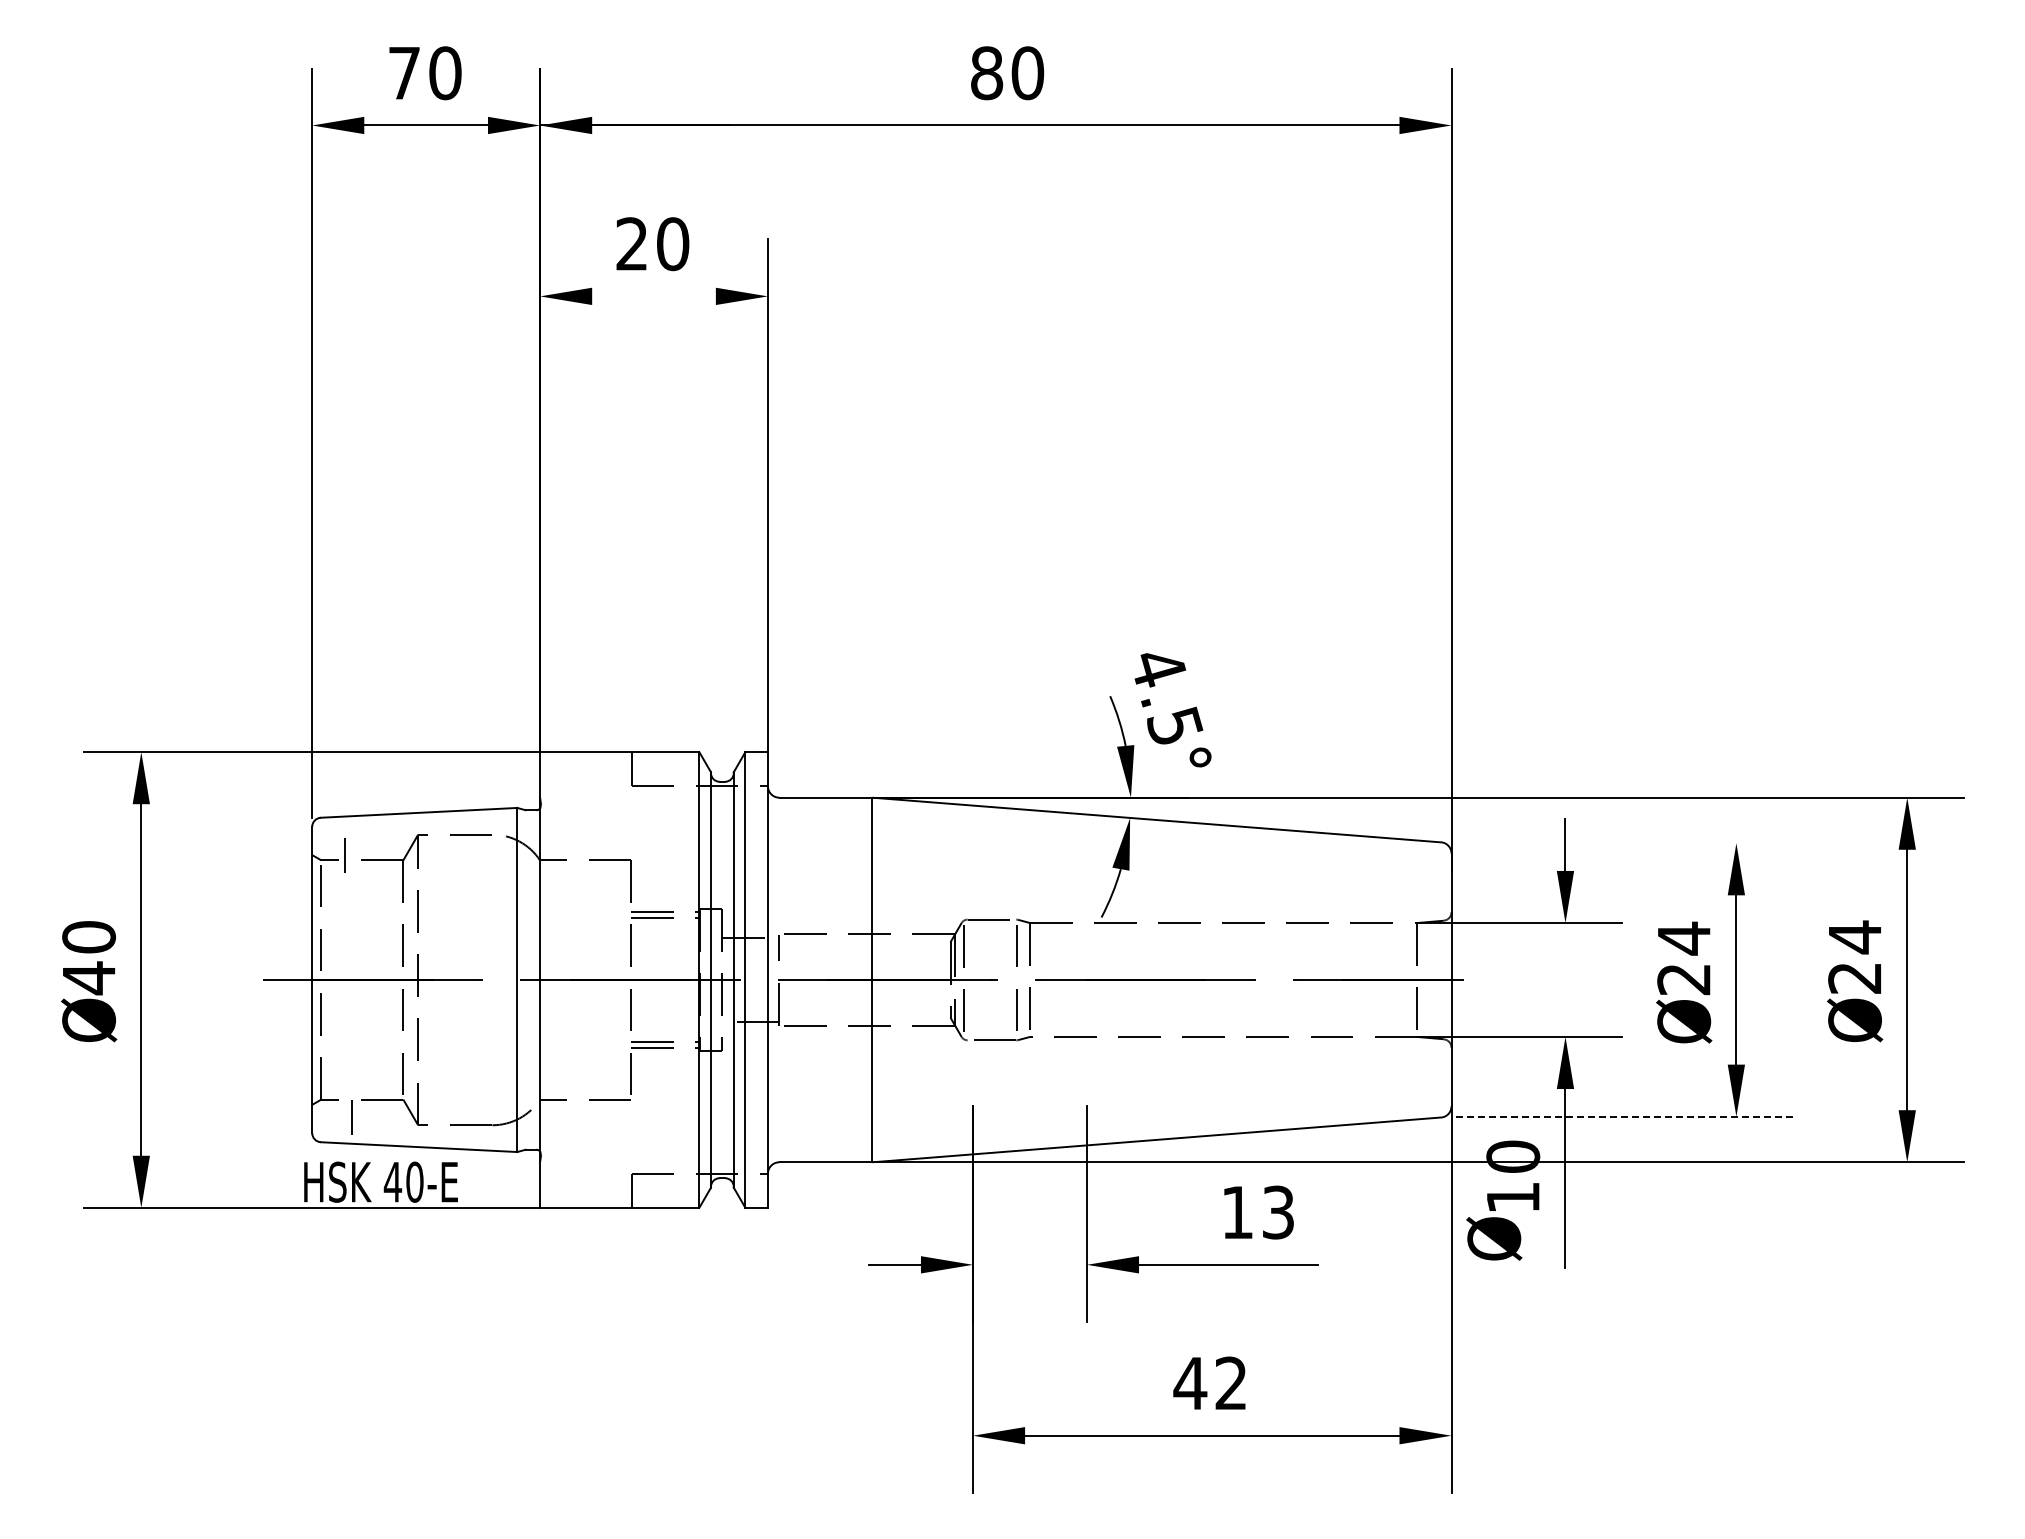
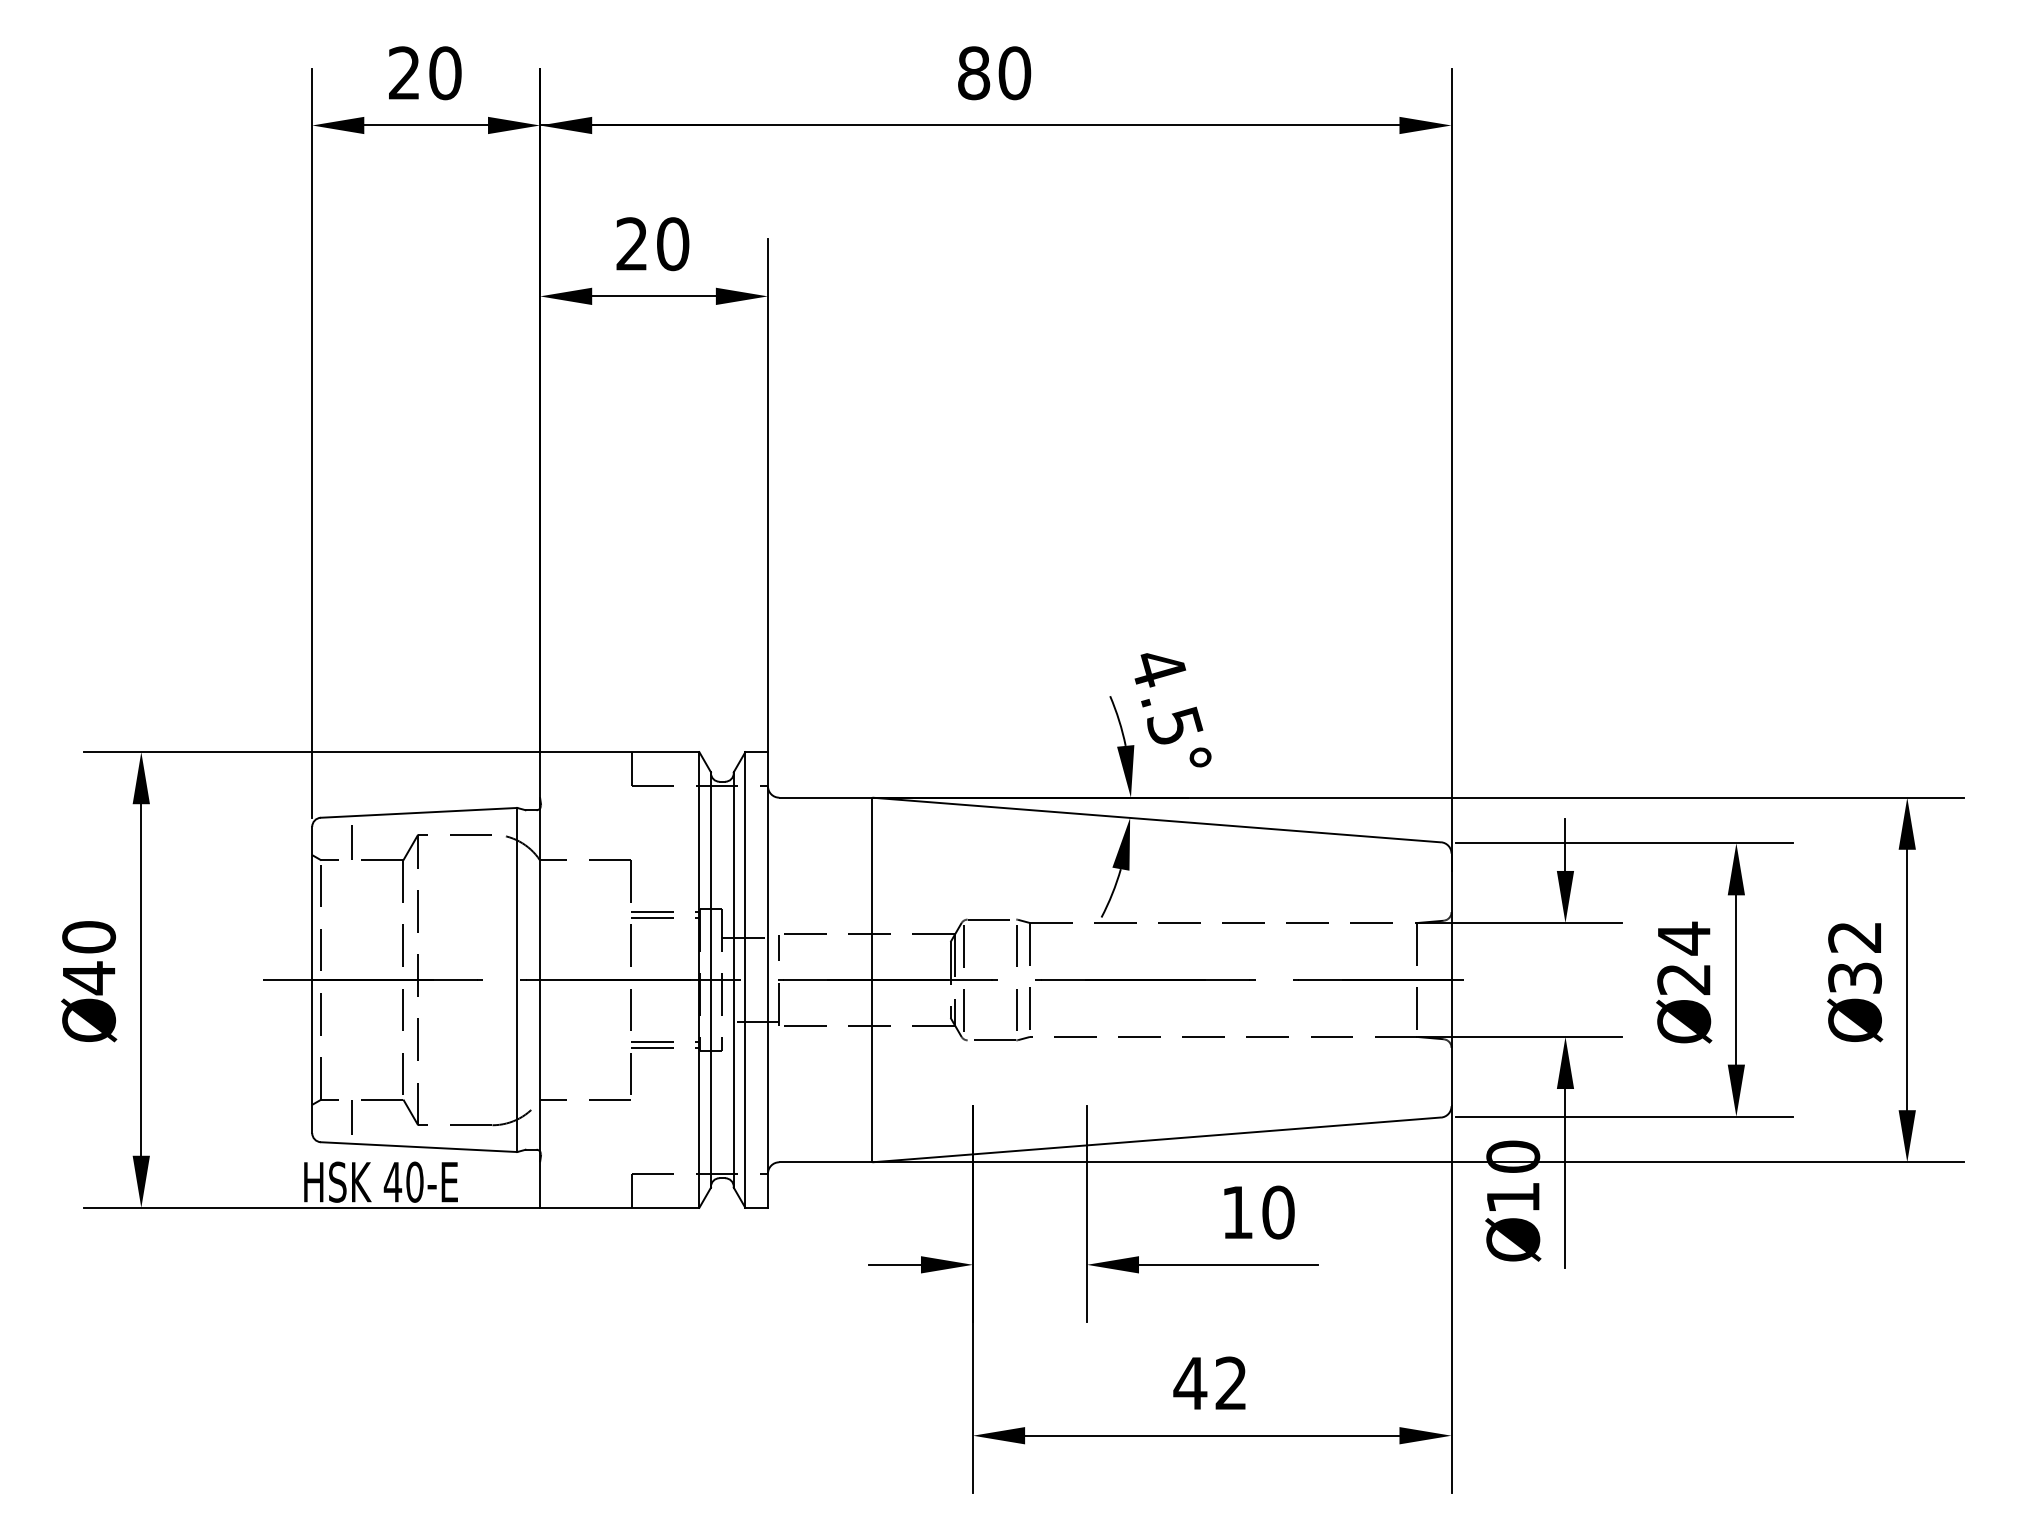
text at (404, 72): 70 -> 20
text at (1007, 73) position: (1007, 73) -> (994, 73)
line at (653, 296): none -> present
line at (1624, 843): none -> present
line at (344, 855) position: (344, 855) -> (351, 842)
text at (1854, 956): 24 -> 32
line at (1624, 1116): dashed -> solid
text at (1278, 1212): 13 -> 10
text at (1494, 1238) position: (1494, 1238) -> (1513, 1239)
